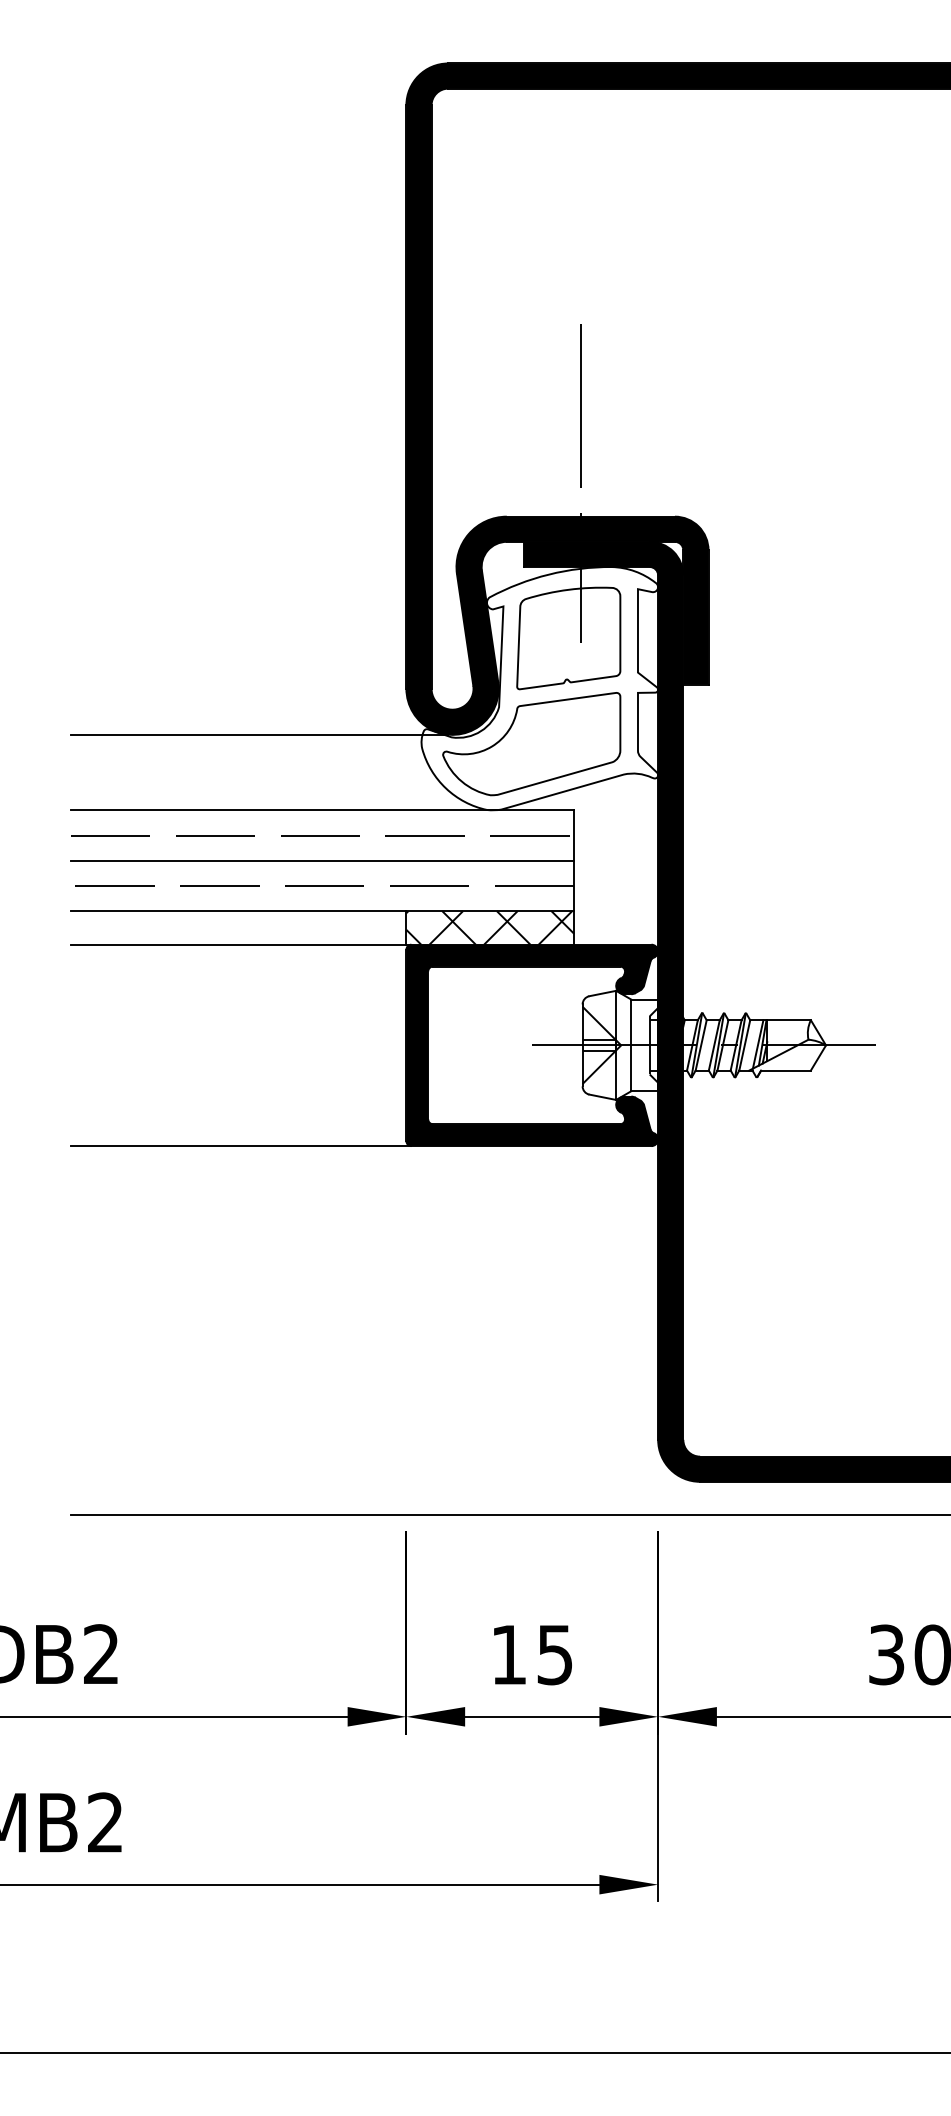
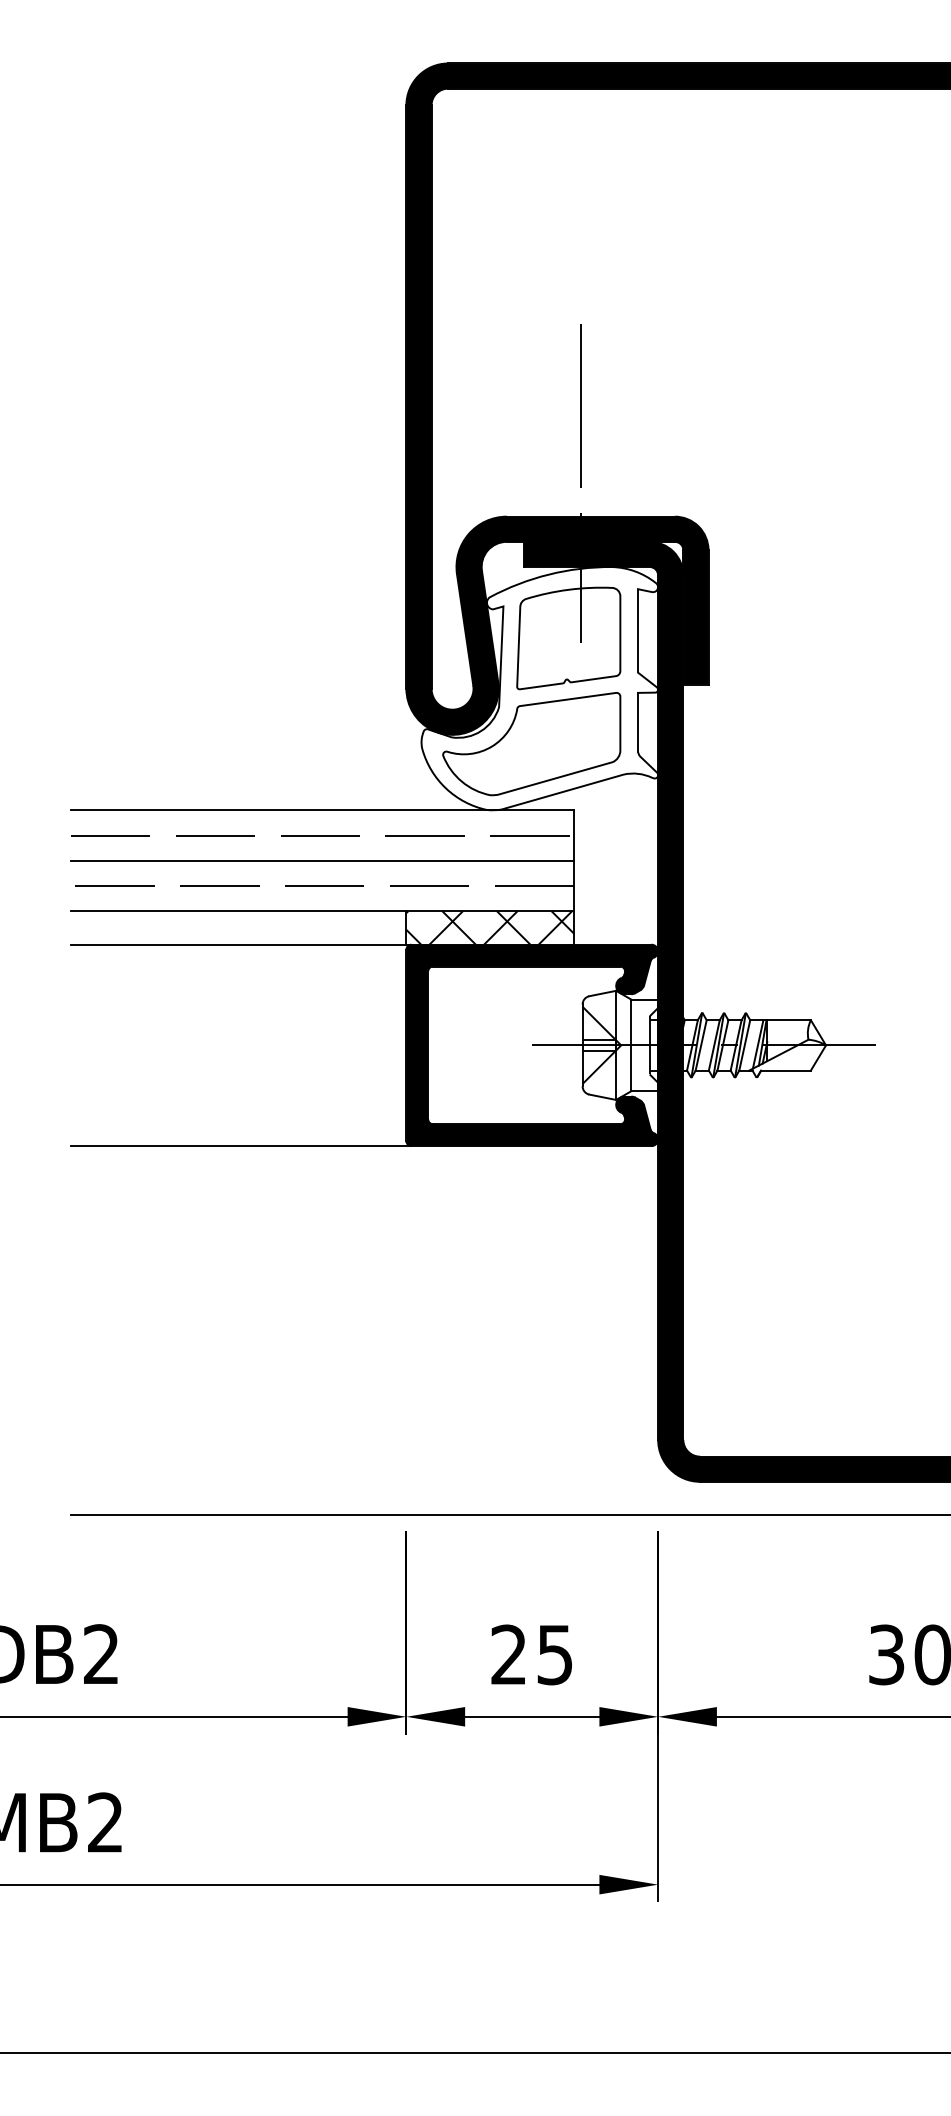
line at (259, 734): present -> none
text at (508, 1654): 15 -> 25
